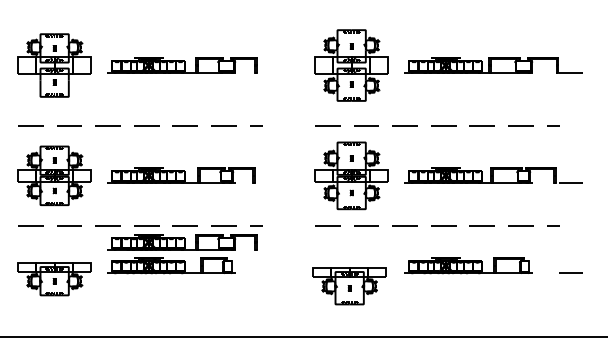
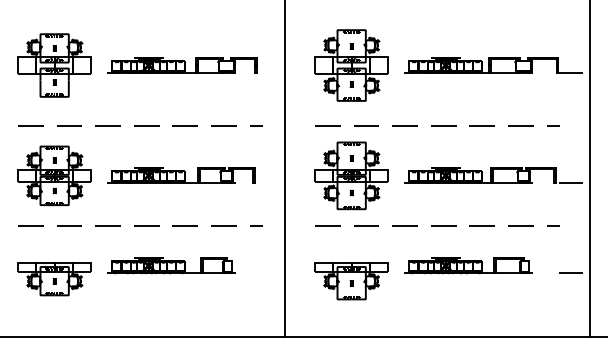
line at (284, 169): none -> present
line at (589, 169): none -> present
part at (182, 242): present -> none
part at (349, 286) position: (349, 286) -> (351, 281)
